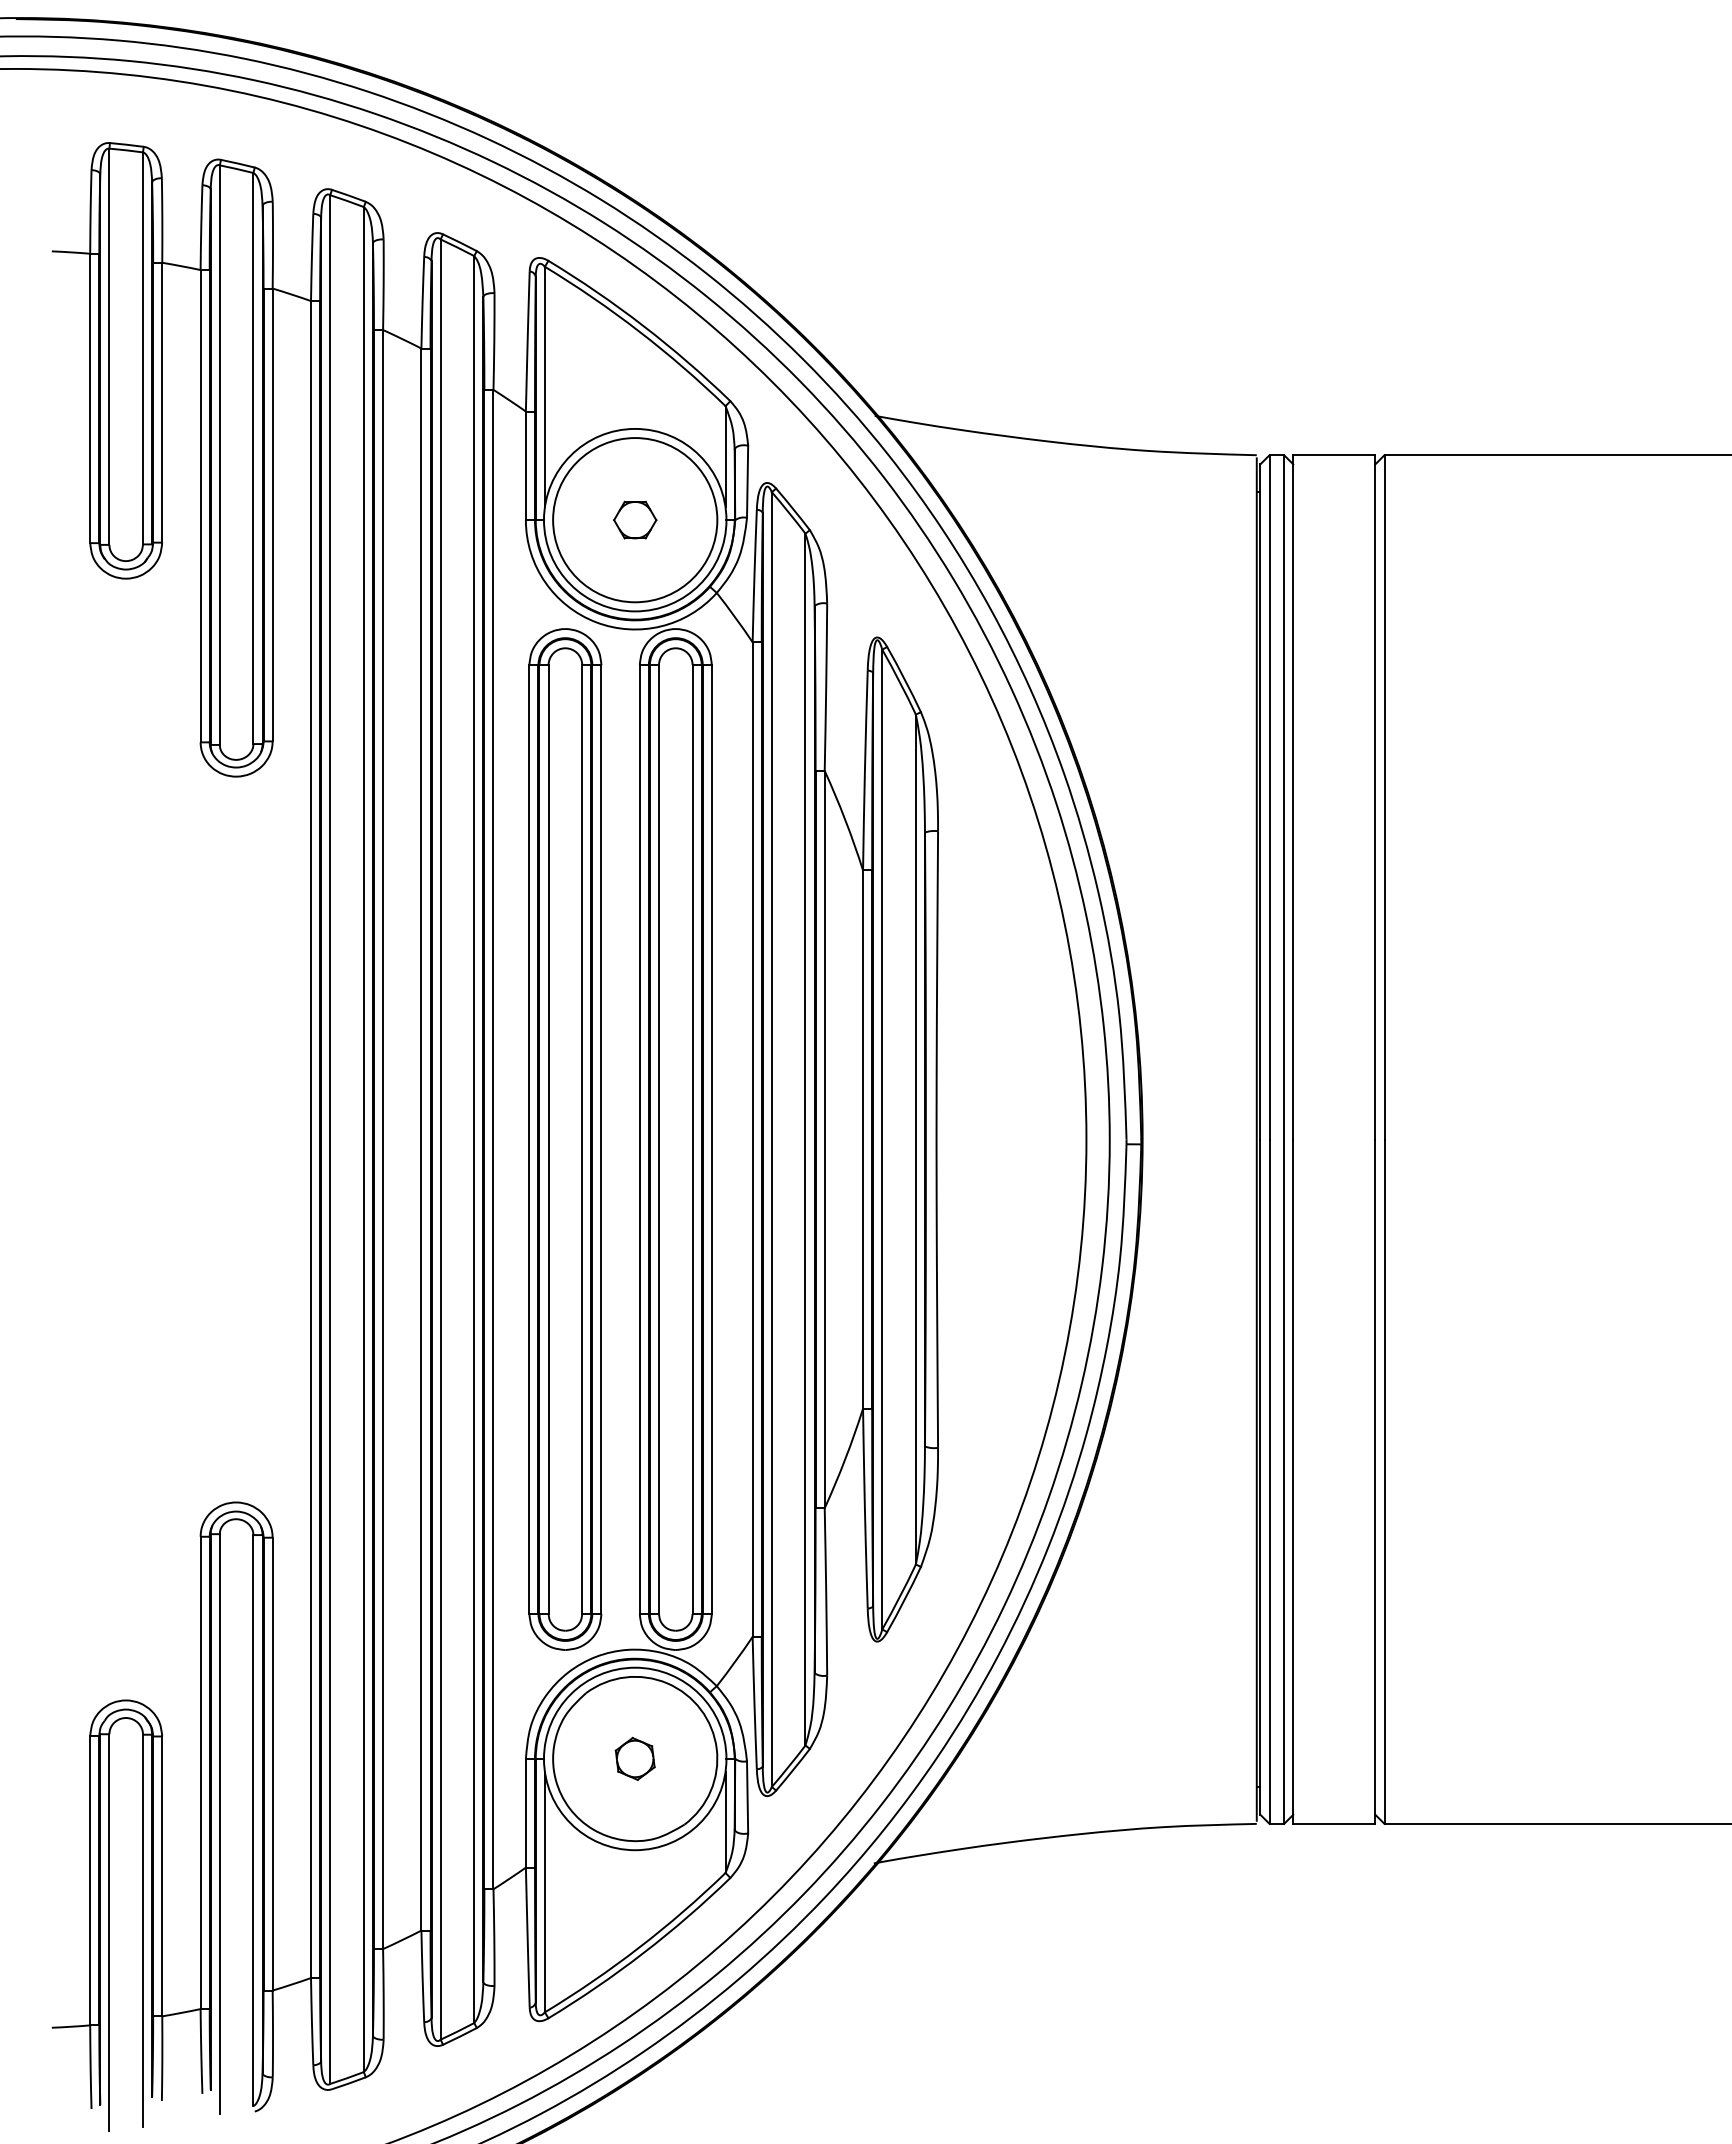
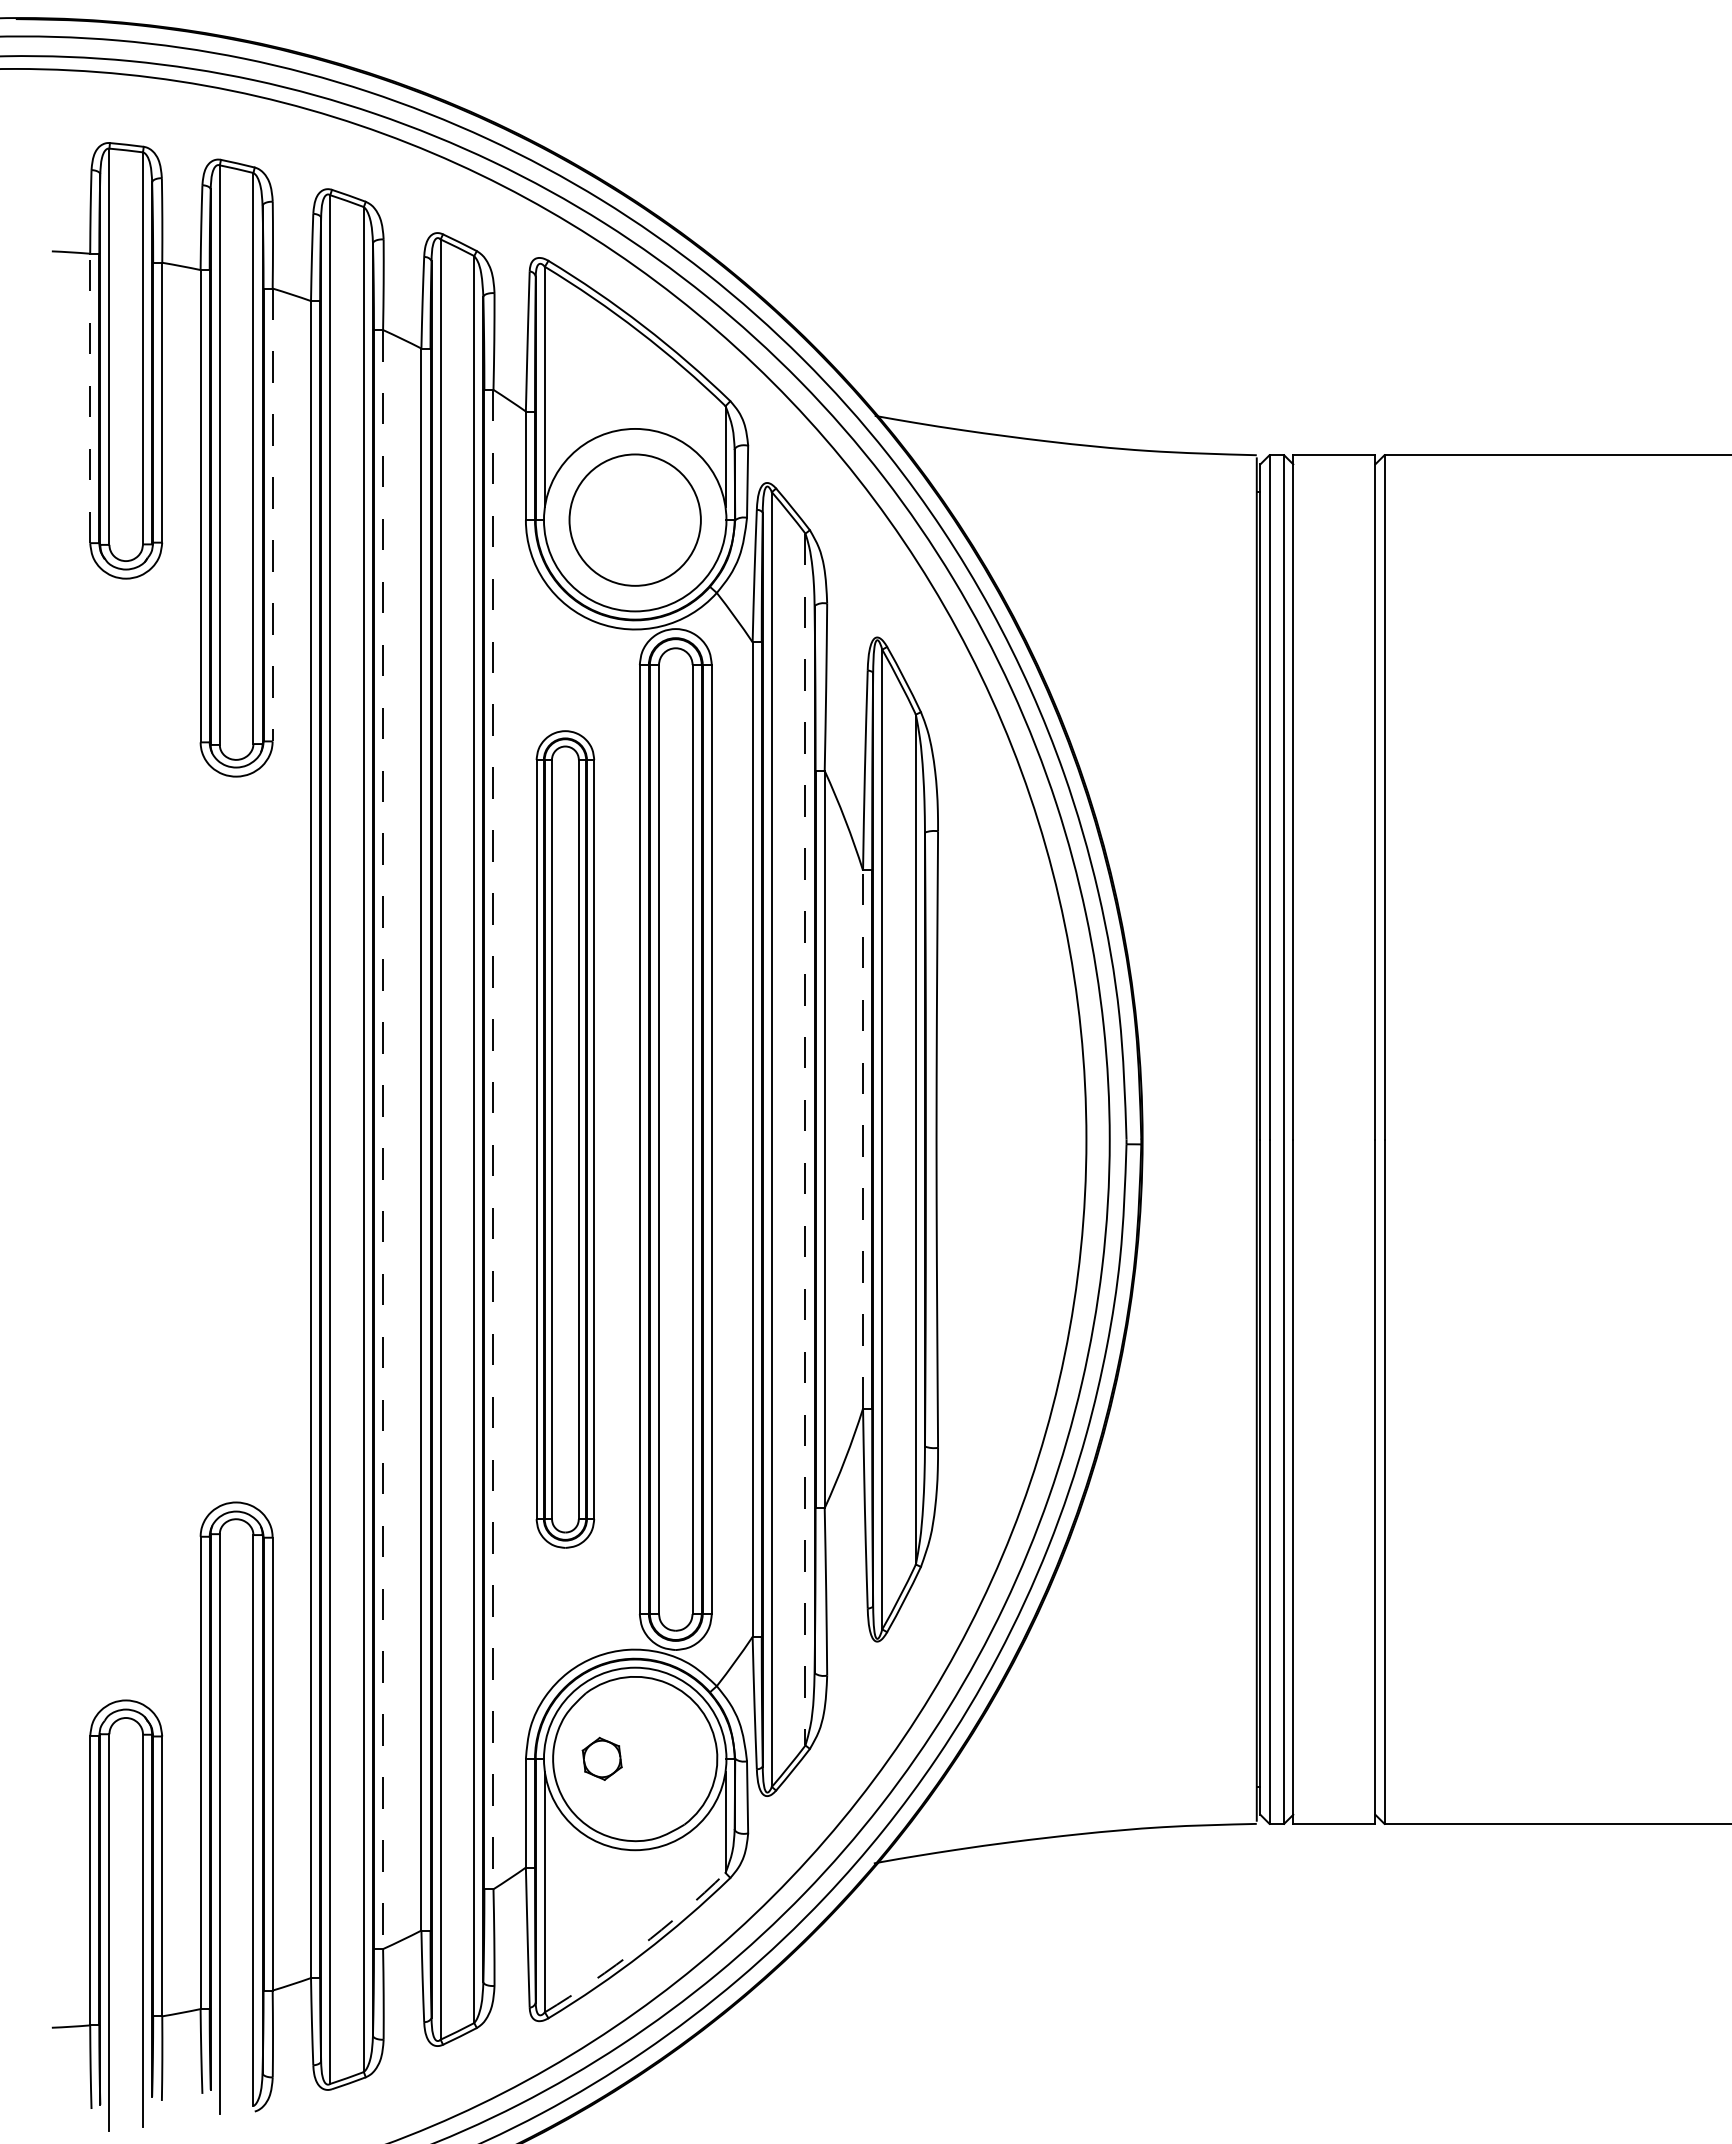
line at (90, 398): solid -> dashed
line at (272, 515): solid -> dashed
part at (635, 519): present -> none
circle at (635, 520) diameter: 164 px -> 131 px
line at (383, 1139): solid -> dashed
line at (493, 1139): solid -> dashed
part at (565, 1139) size: 75x1023 px -> 61x819 px
line at (805, 1139): solid -> dashed
line at (863, 1139): solid -> dashed
part at (634, 1758) position: (634, 1758) -> (601, 1758)
arc at (639, 1947): solid -> dashed
